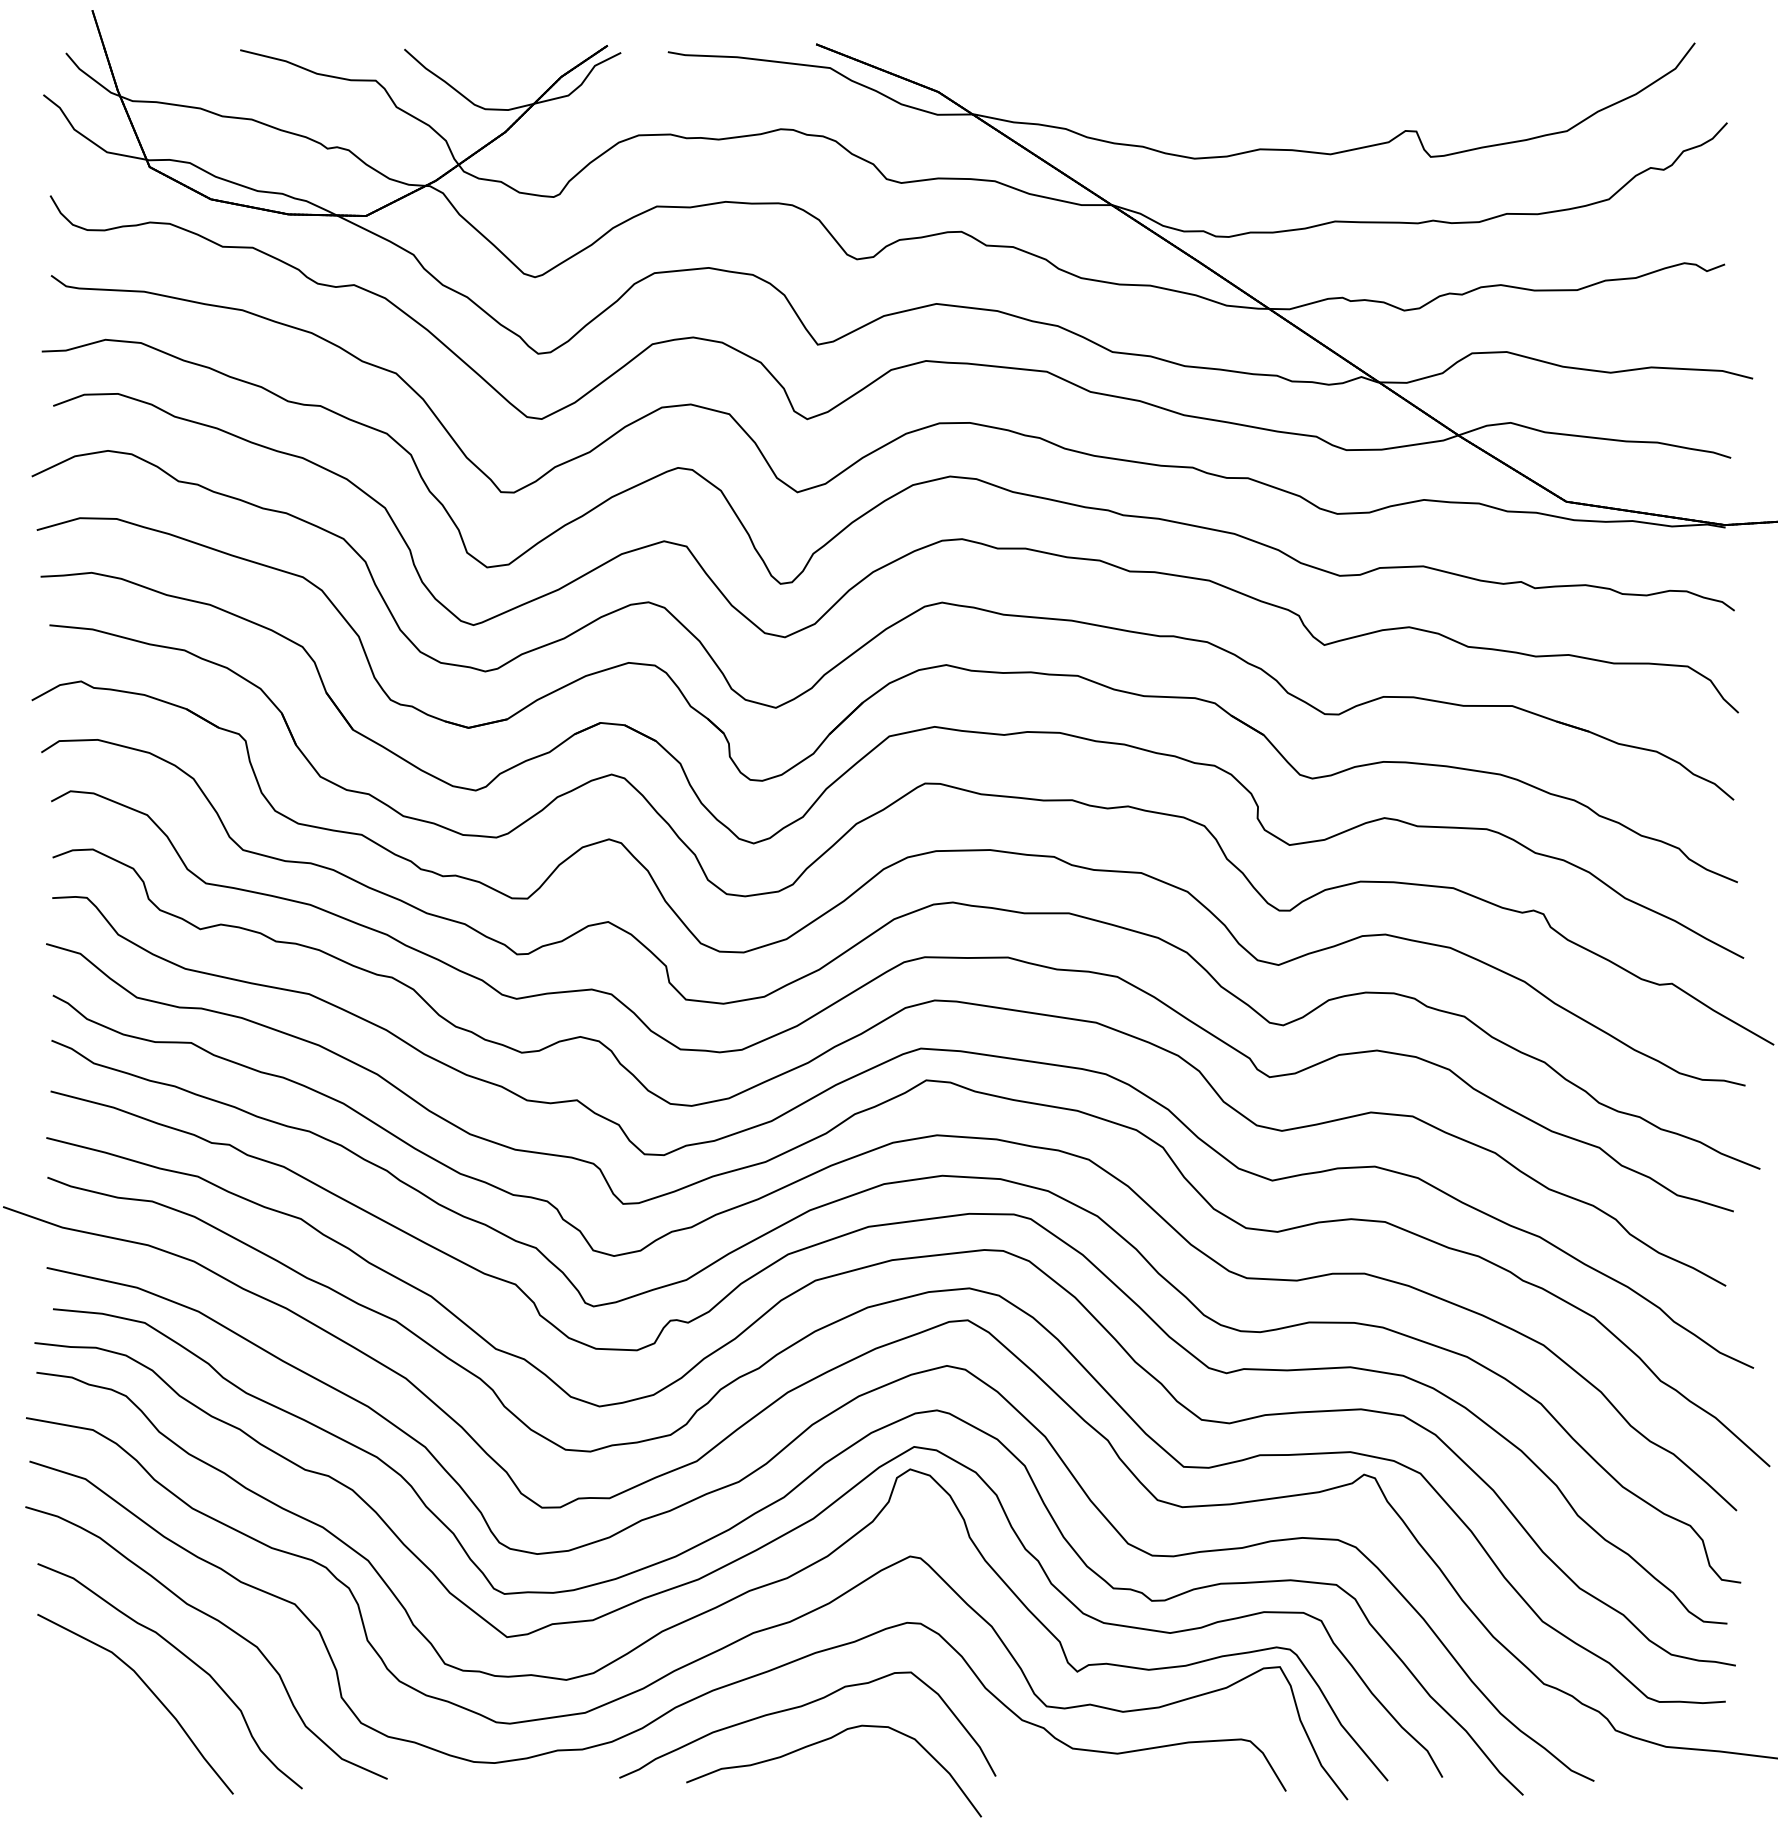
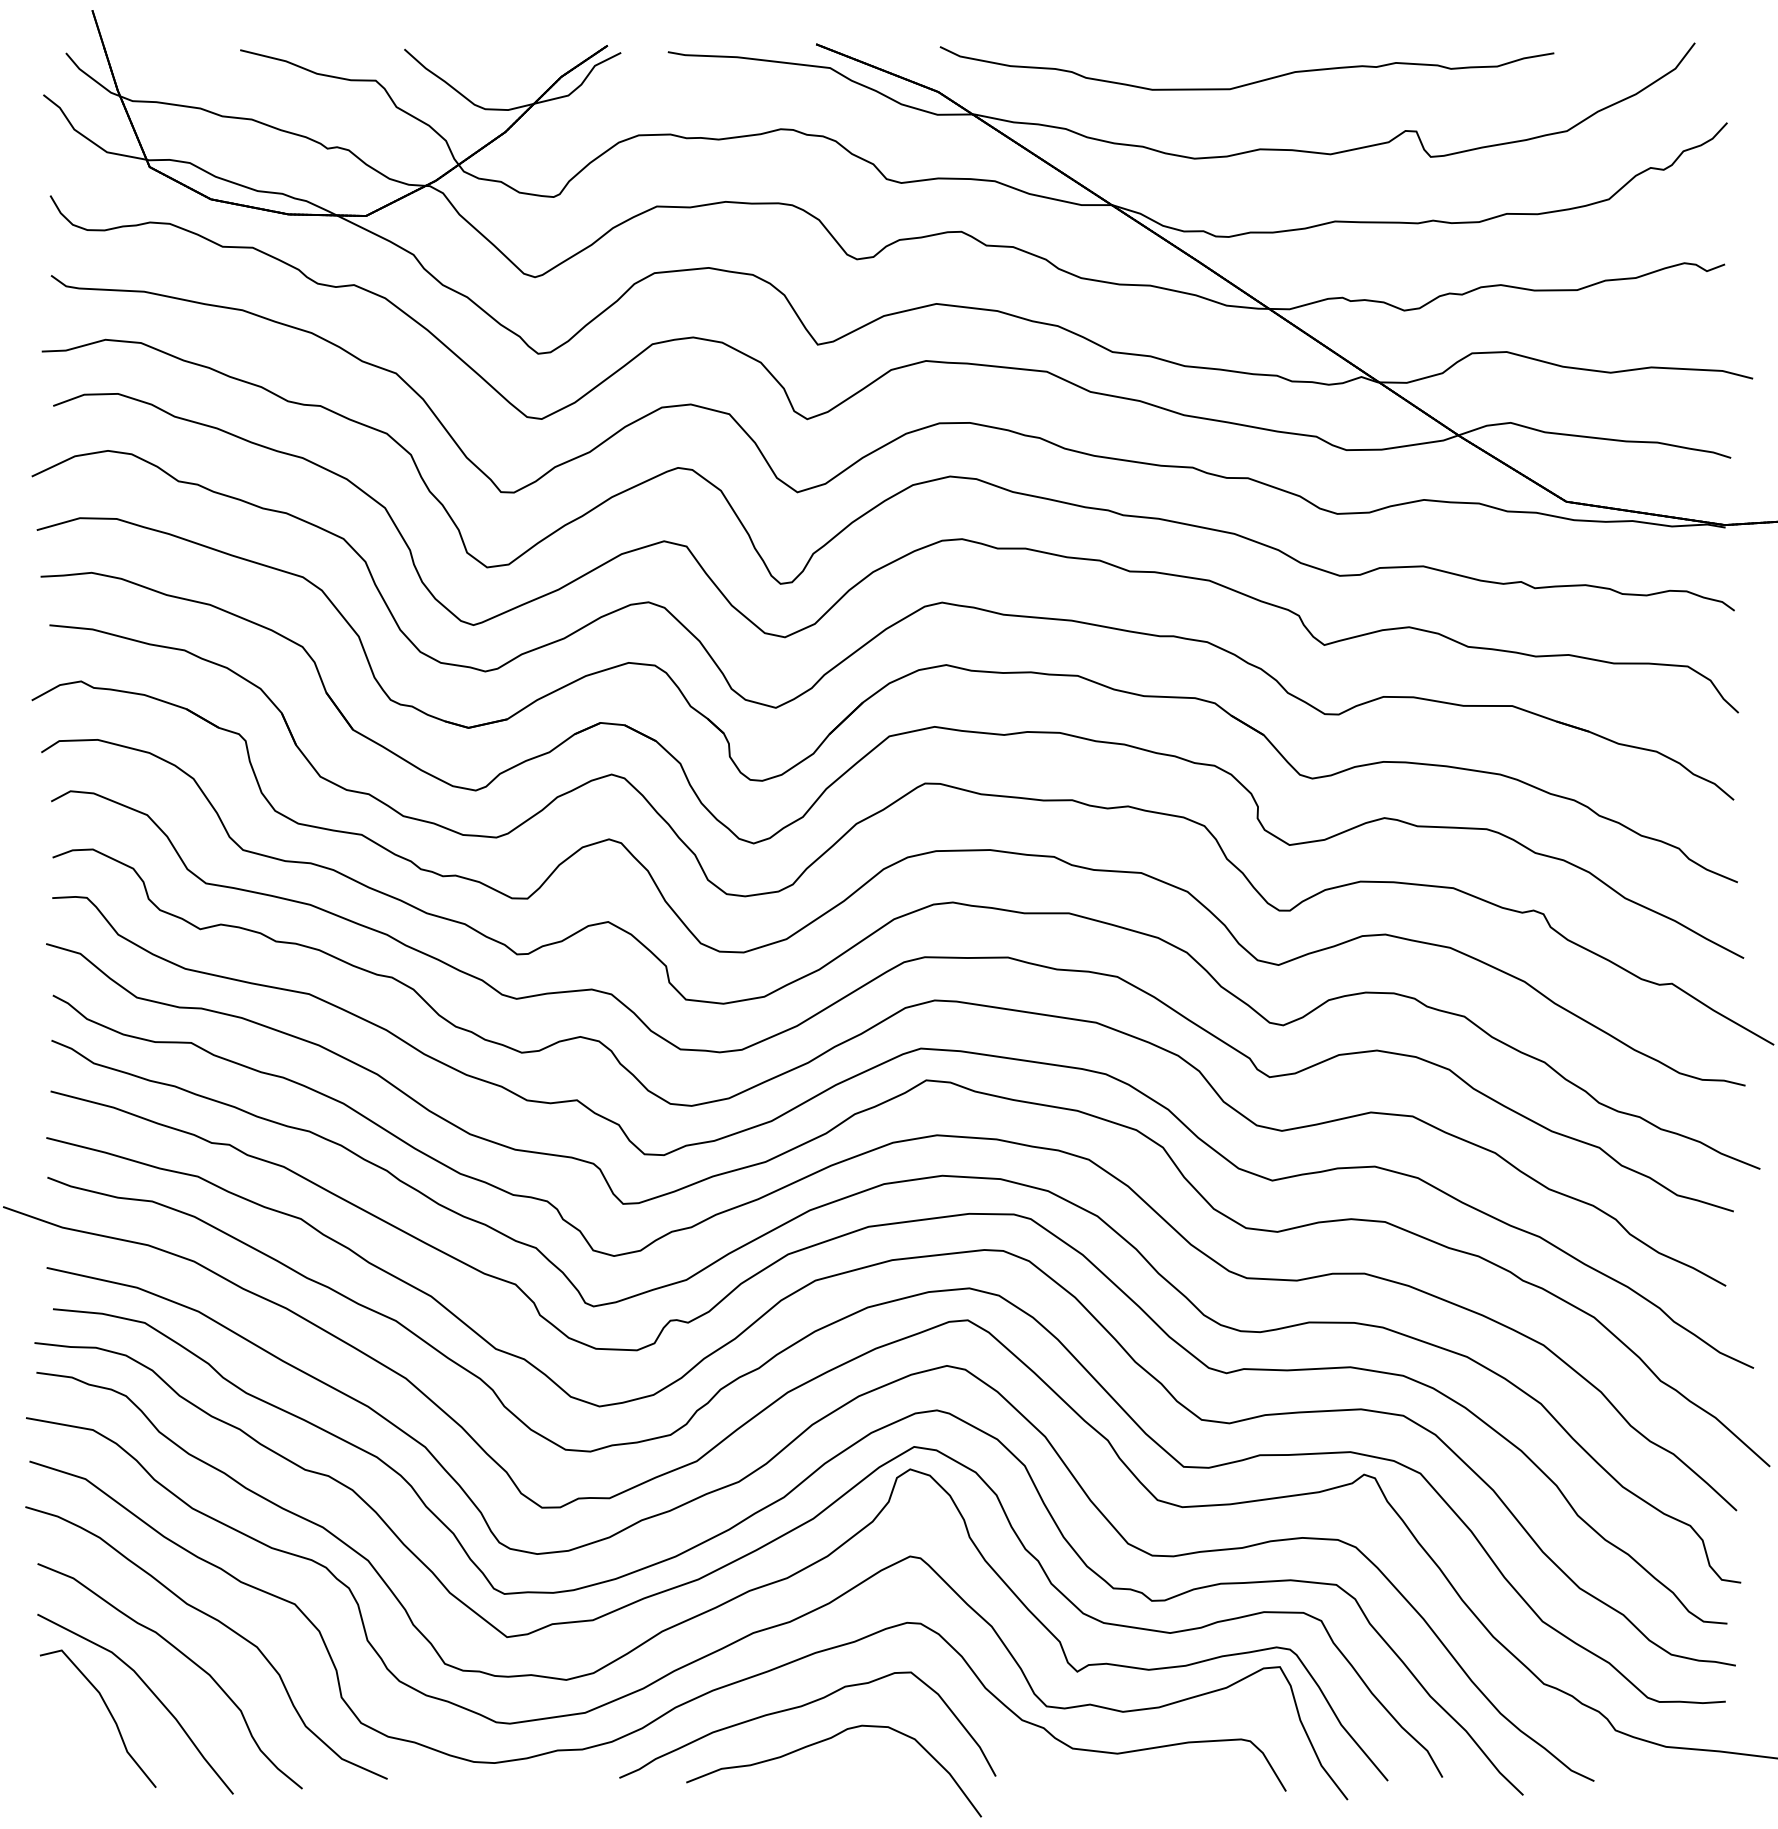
part at (1250, 82): none -> present
curve at (109, 1713): none -> present
